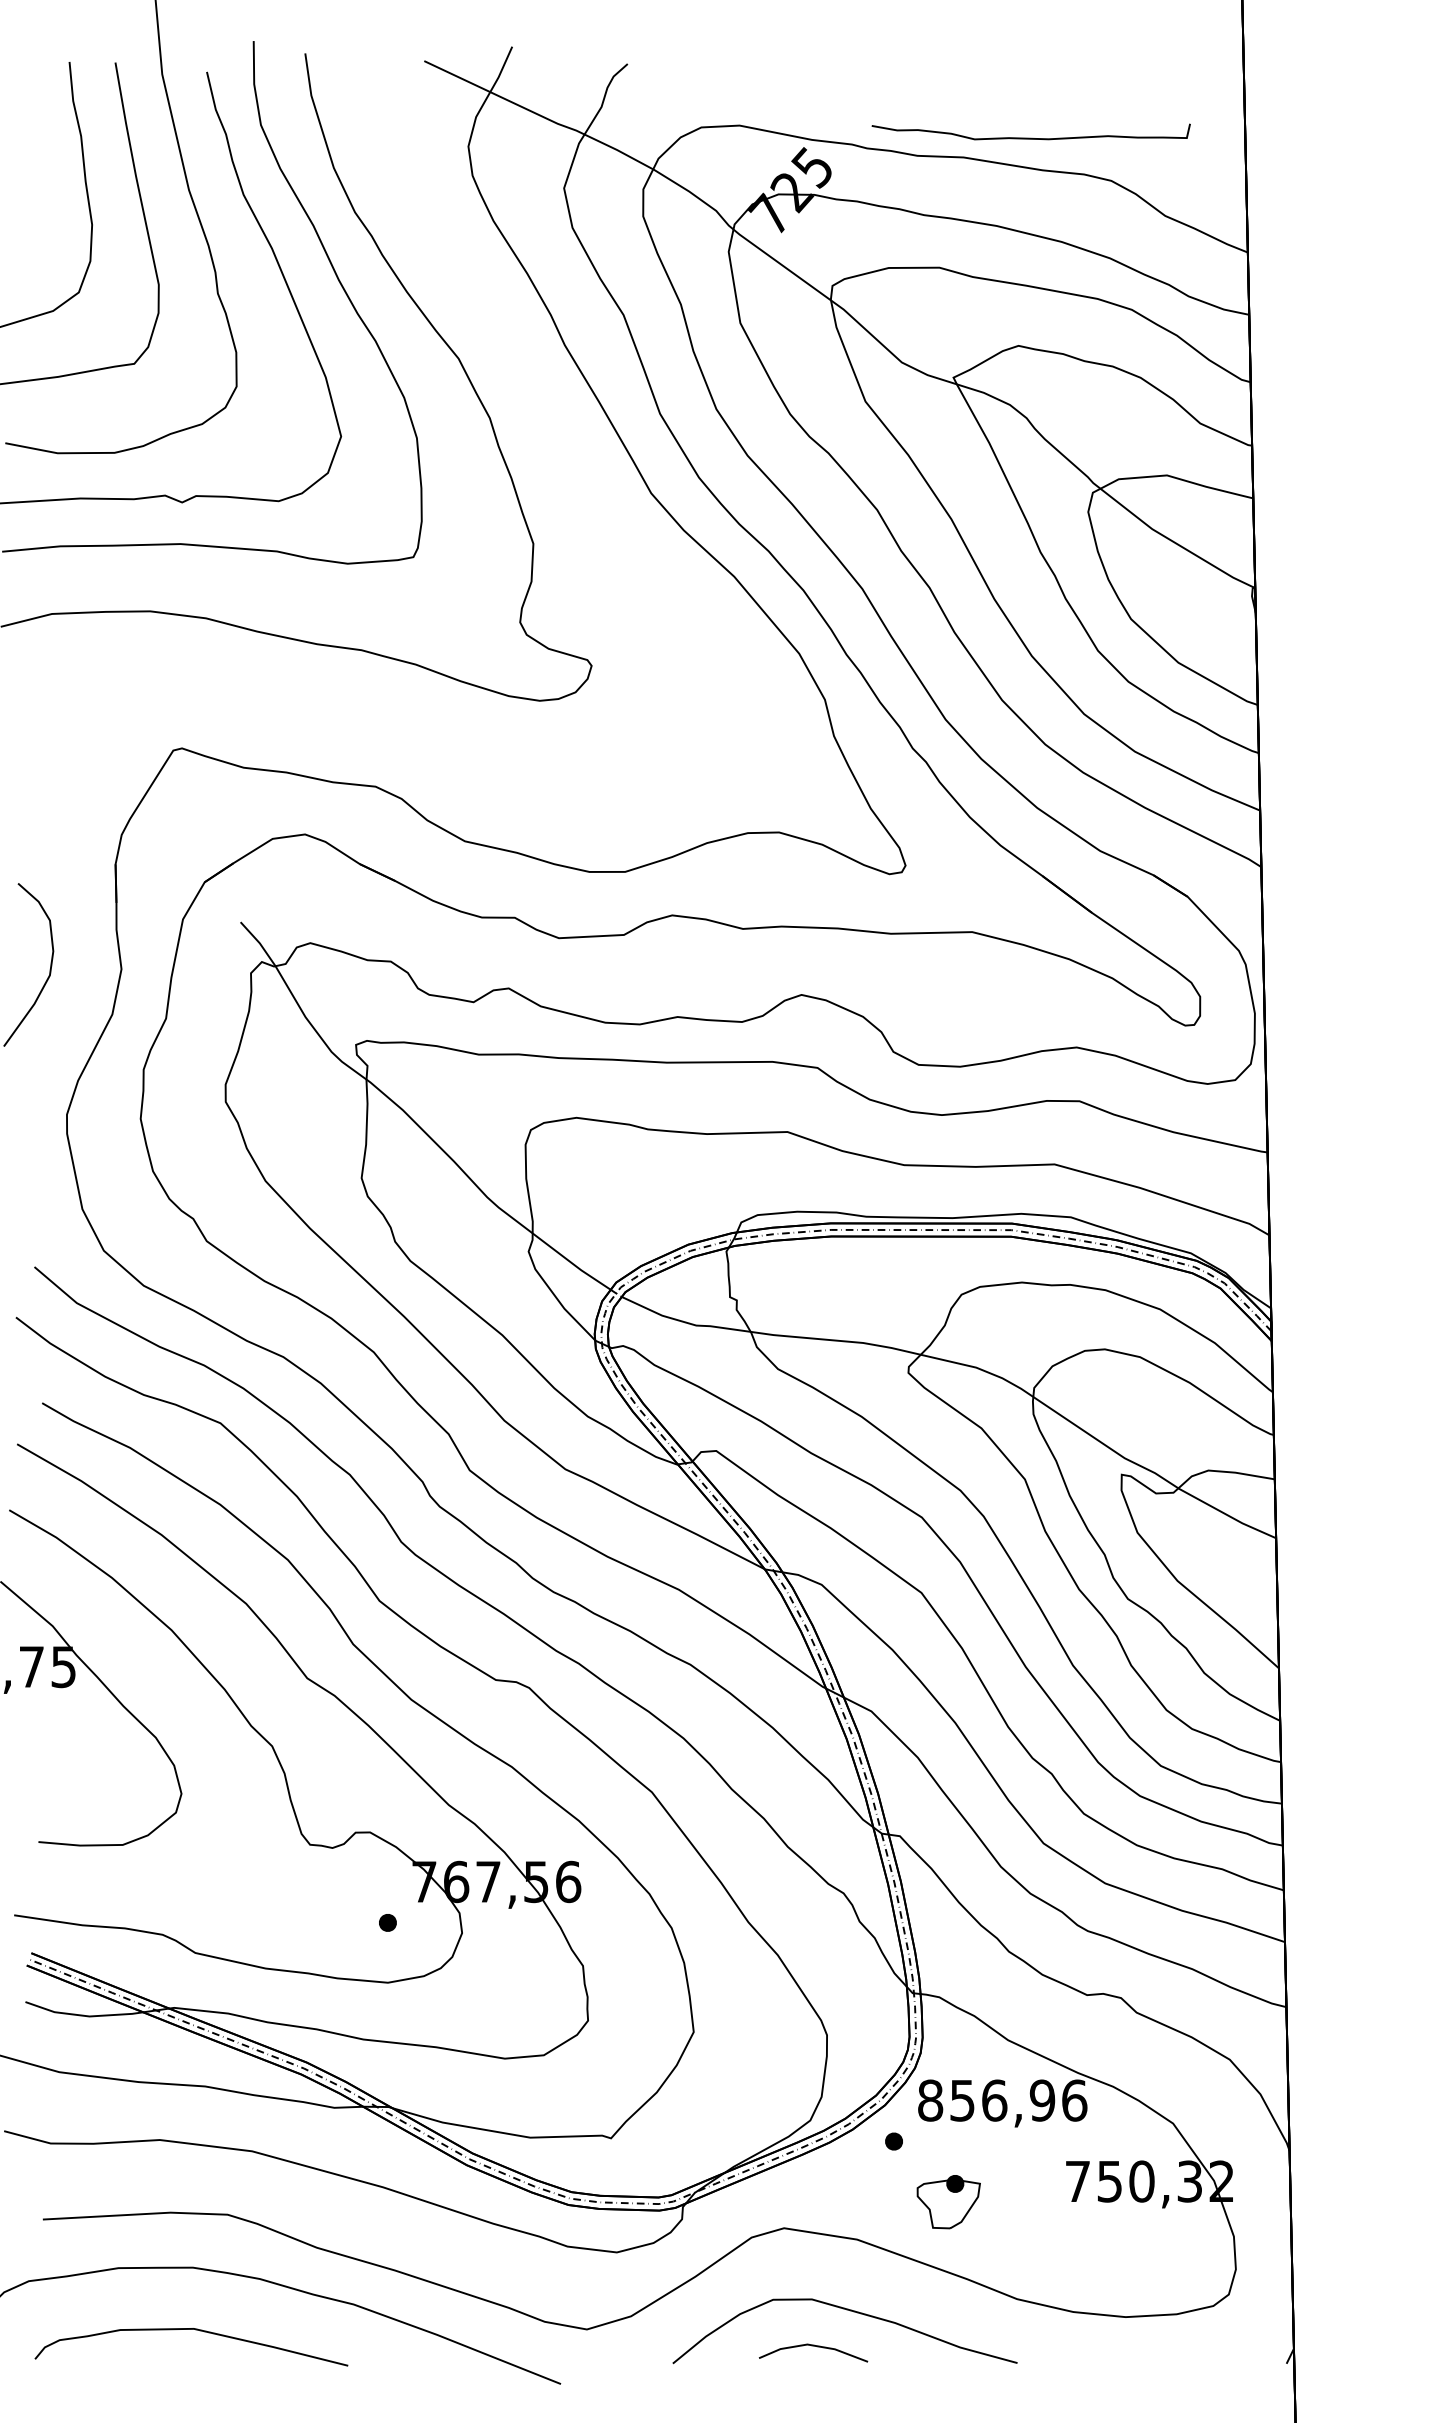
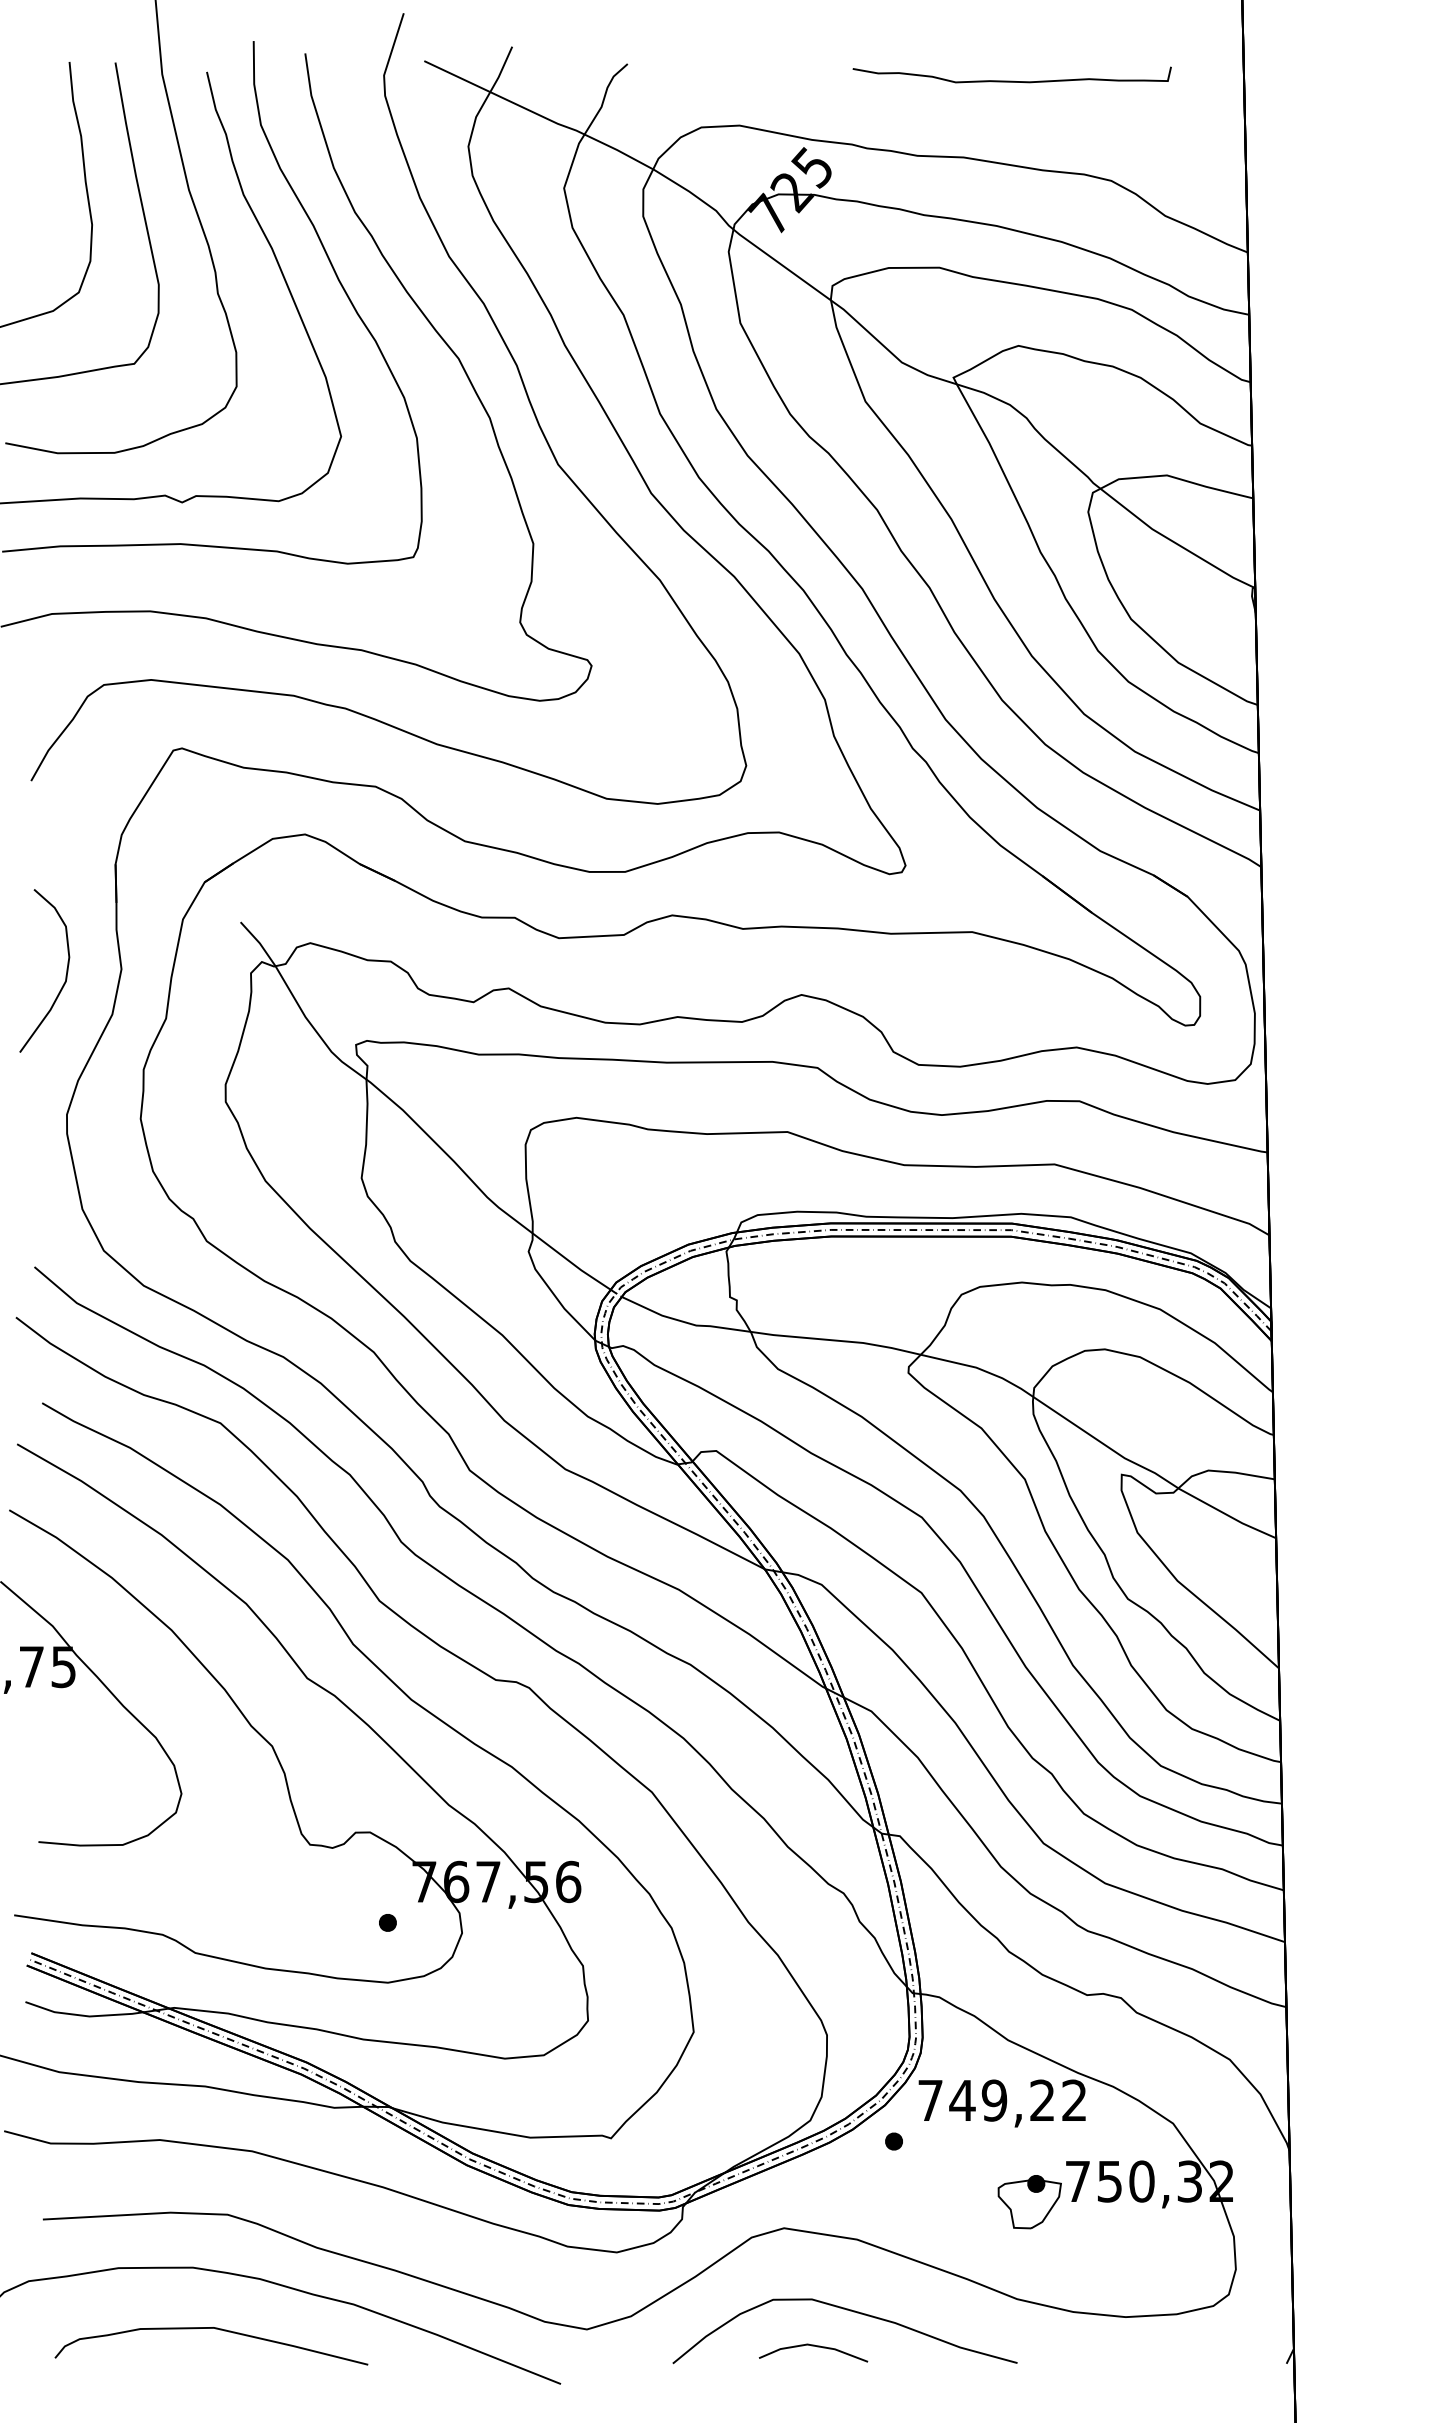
curve at (1030, 137) position: (1030, 137) -> (1011, 80)
curve at (502, 341): none -> present
curve at (49, 969) position: (49, 969) -> (65, 975)
text at (1002, 2100): 856,96 -> 749,22
part at (948, 2202) position: (948, 2202) -> (1029, 2202)
curve at (195, 2330) position: (195, 2330) -> (215, 2329)
